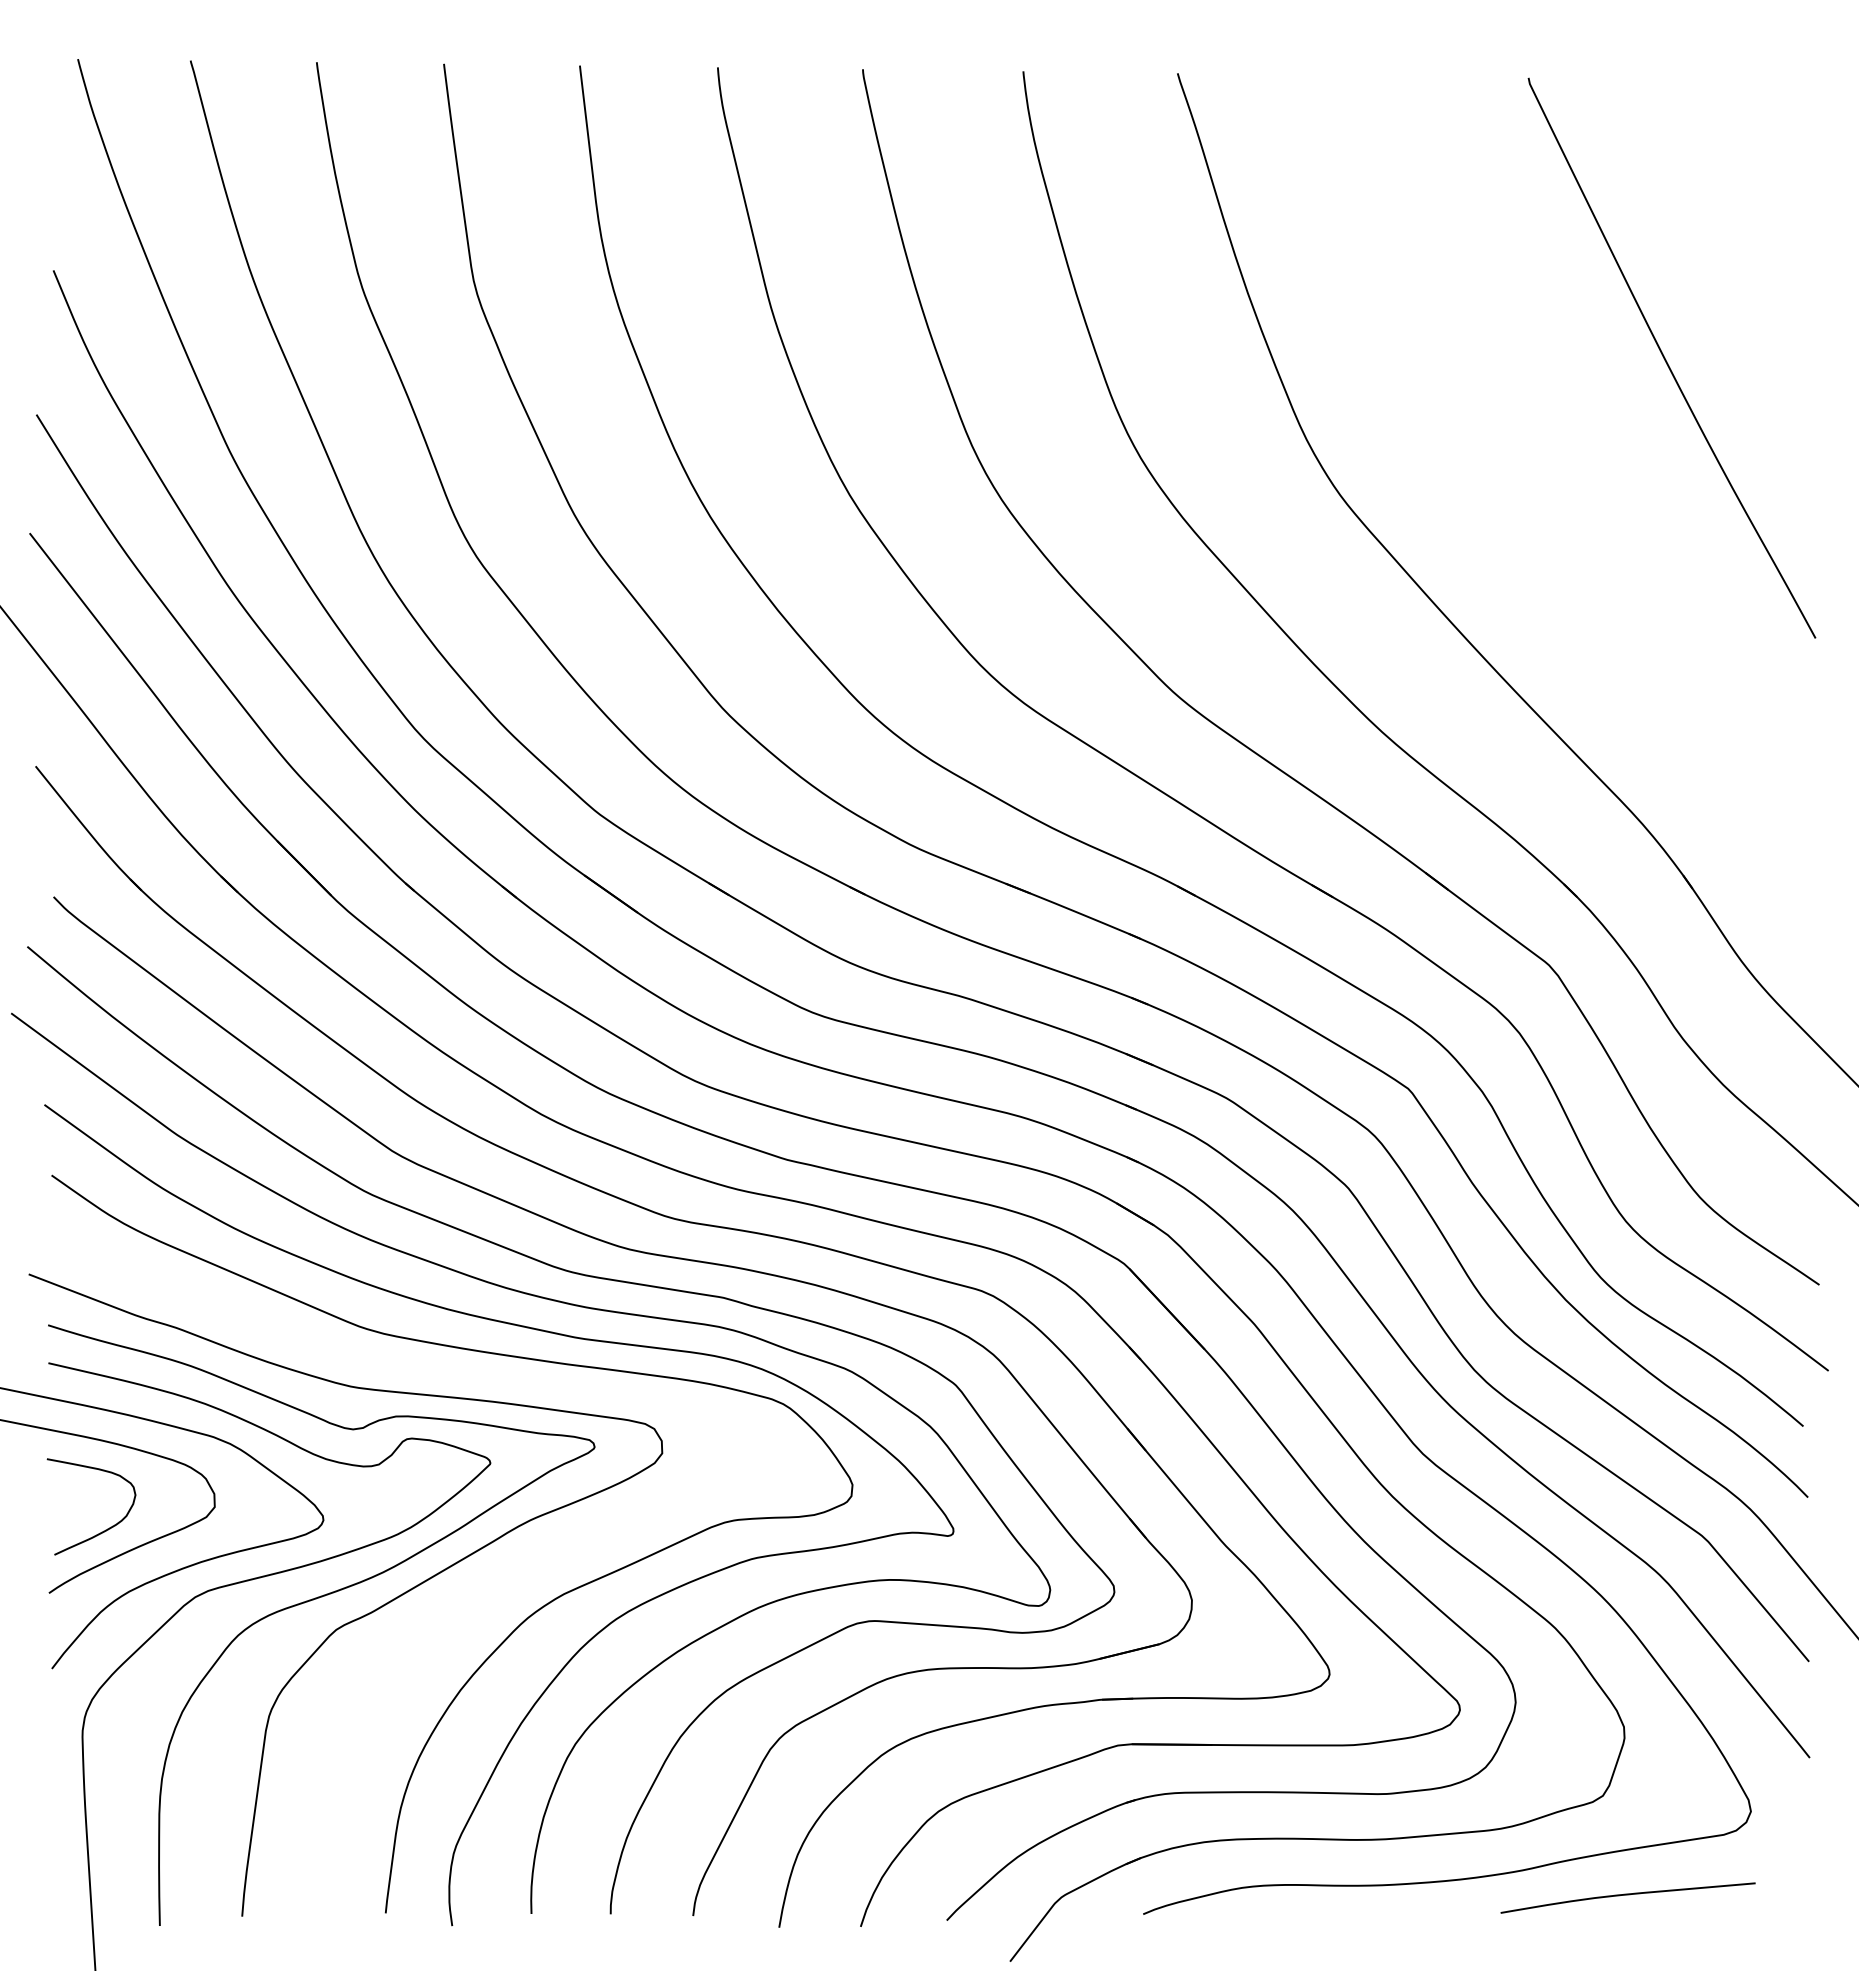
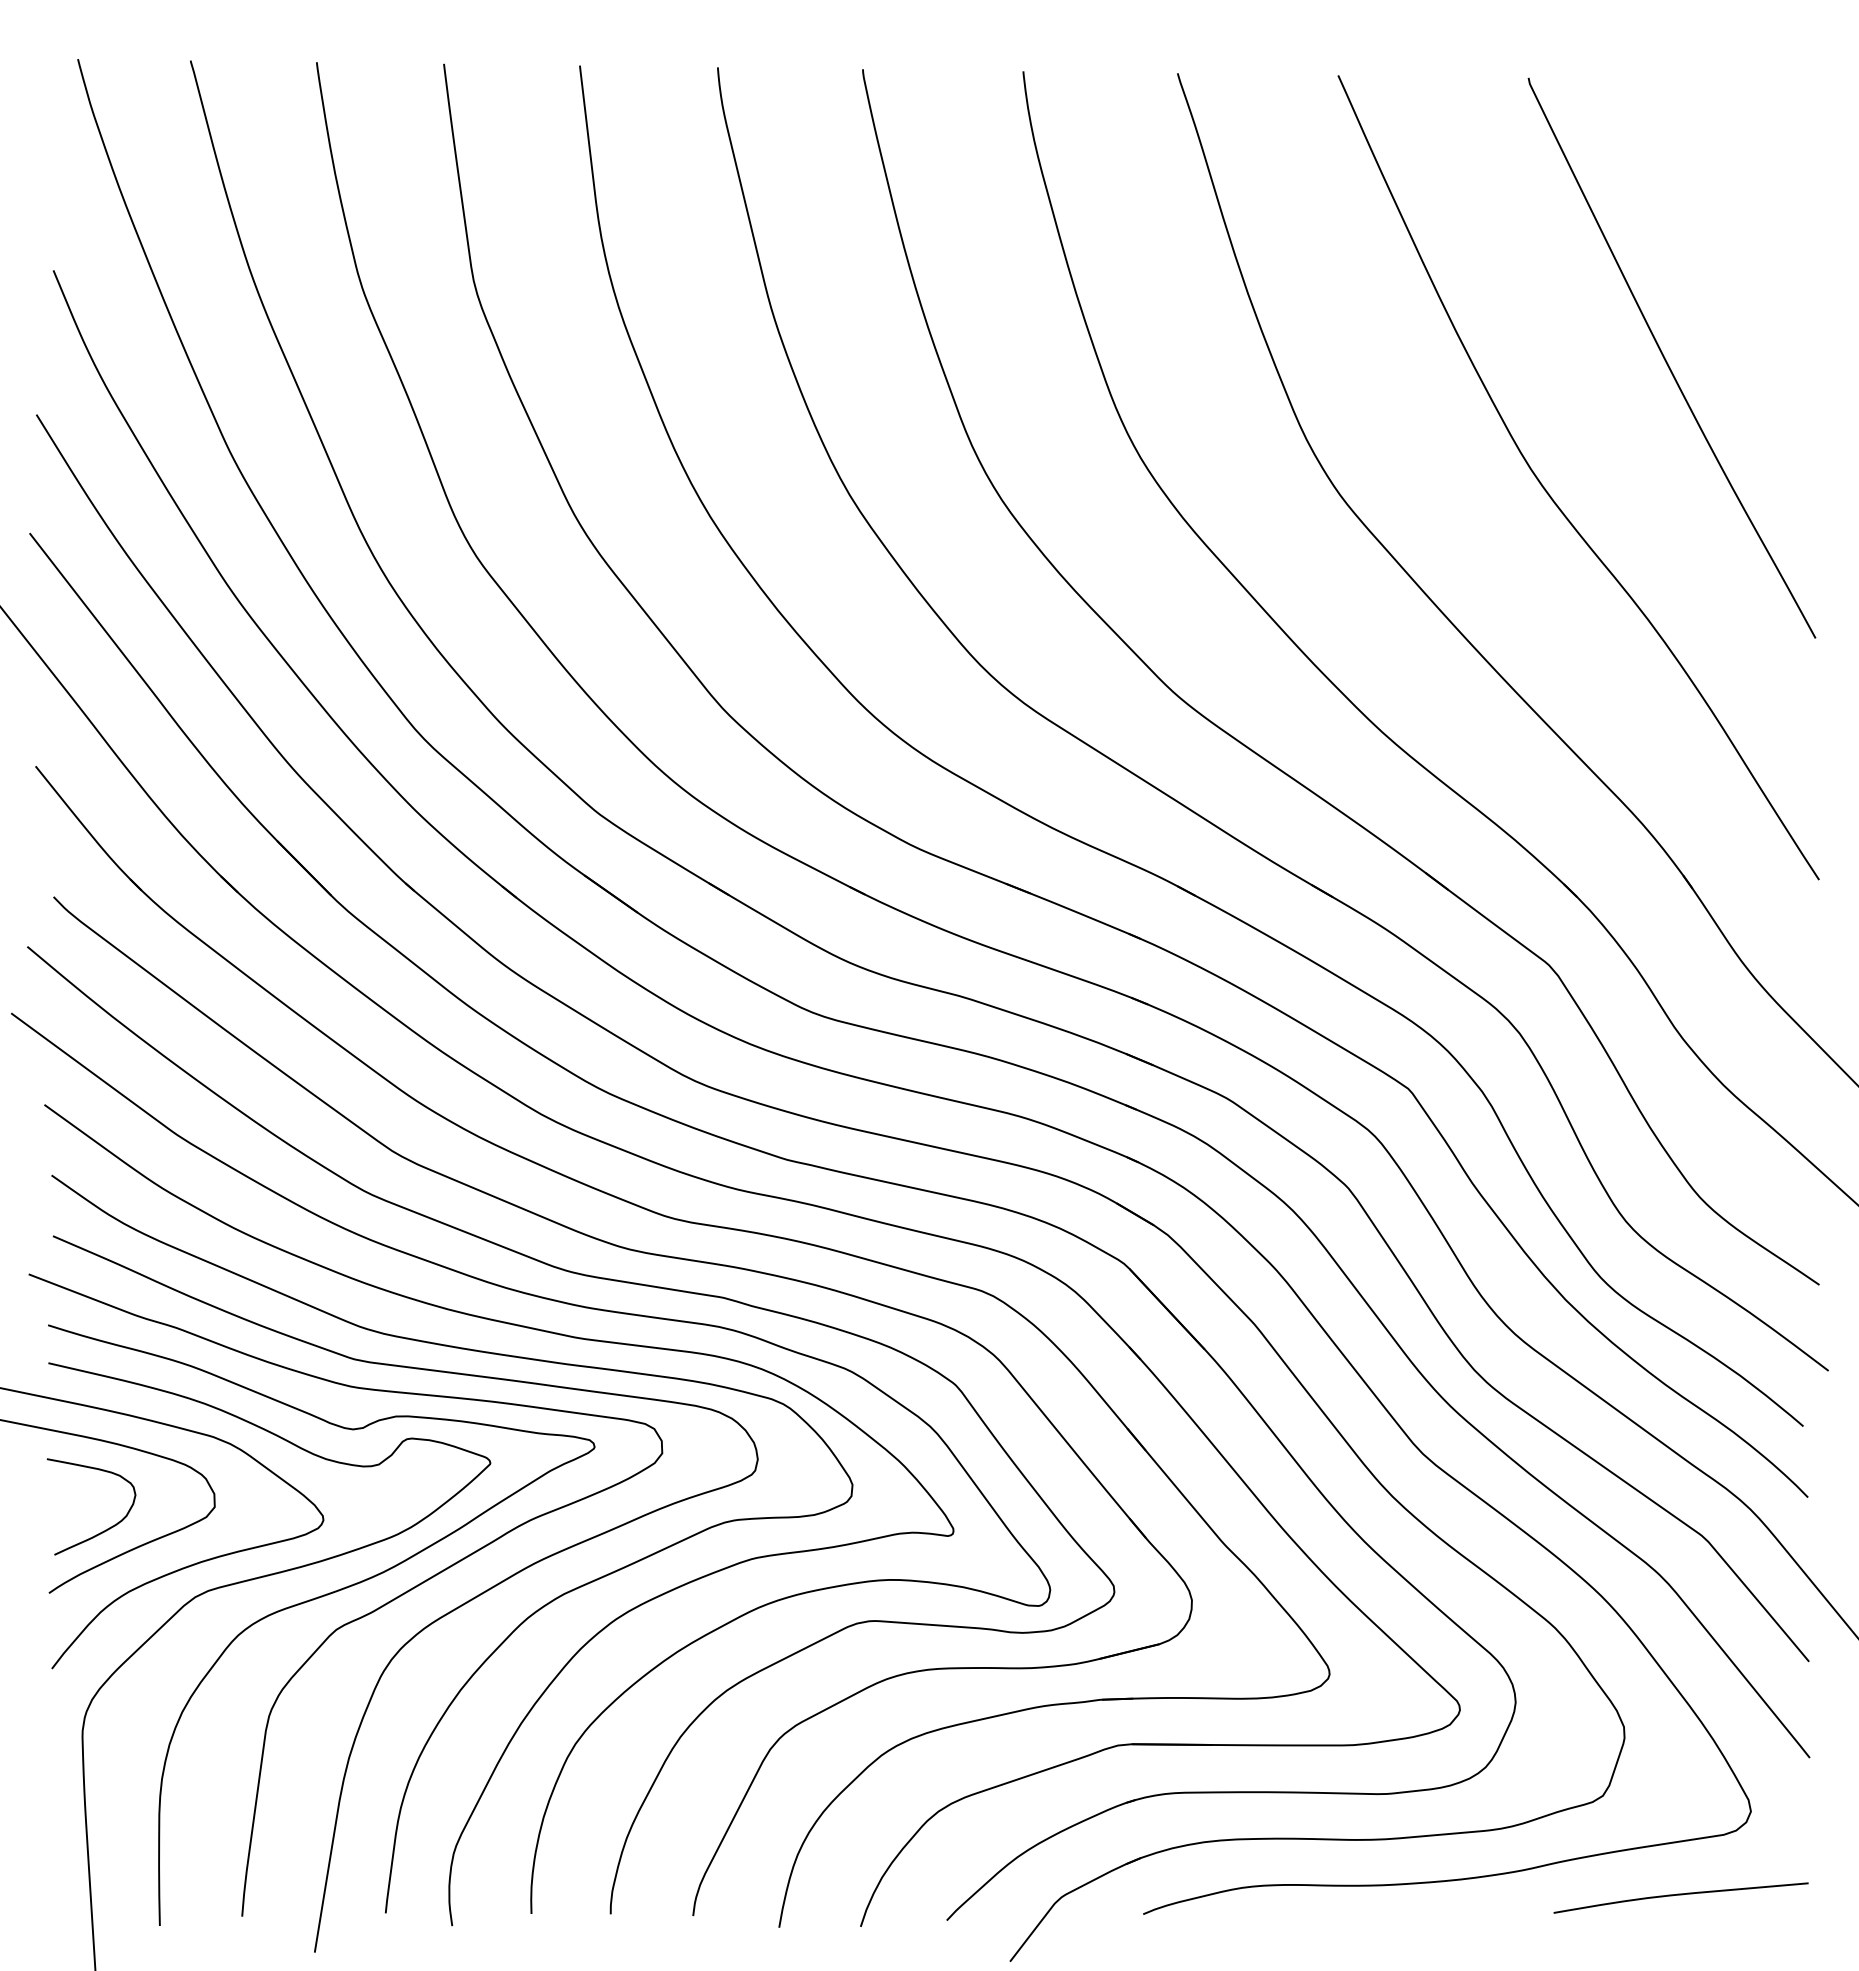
curve at (1551, 496): none -> present
curve at (426, 1625): none -> present
curve at (1627, 1895) position: (1627, 1895) -> (1680, 1895)
